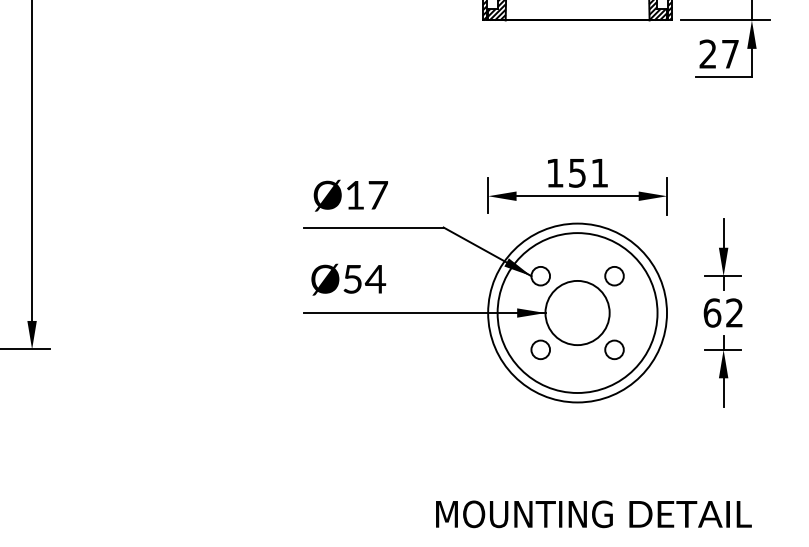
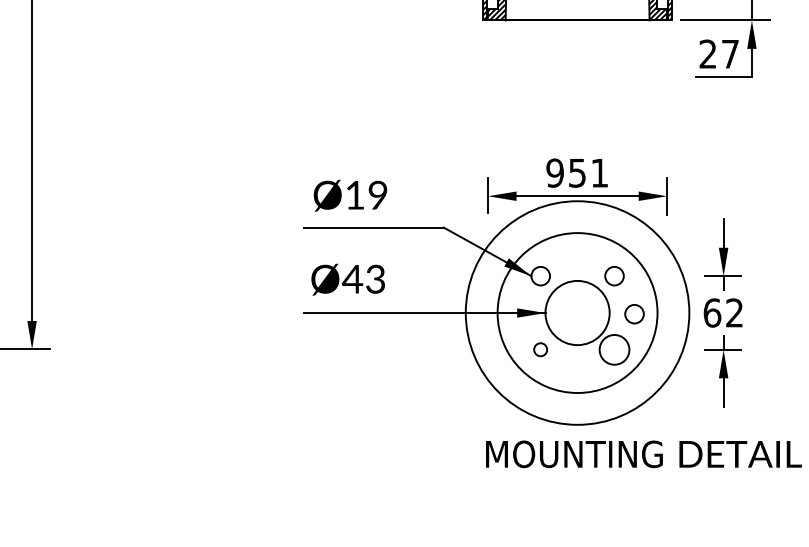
text at (554, 172): 151 -> 951
text at (378, 194): Ø17 -> Ø19
text at (363, 278): Ø54 -> Ø43
circle at (577, 312) diameter: 179 px -> 224 px
circle at (634, 314): none -> present
circle at (540, 349) size: 21x21 px -> 15x16 px
circle at (614, 349) diameter: 19 px -> 30 px
text at (593, 514) position: (593, 514) -> (643, 454)
